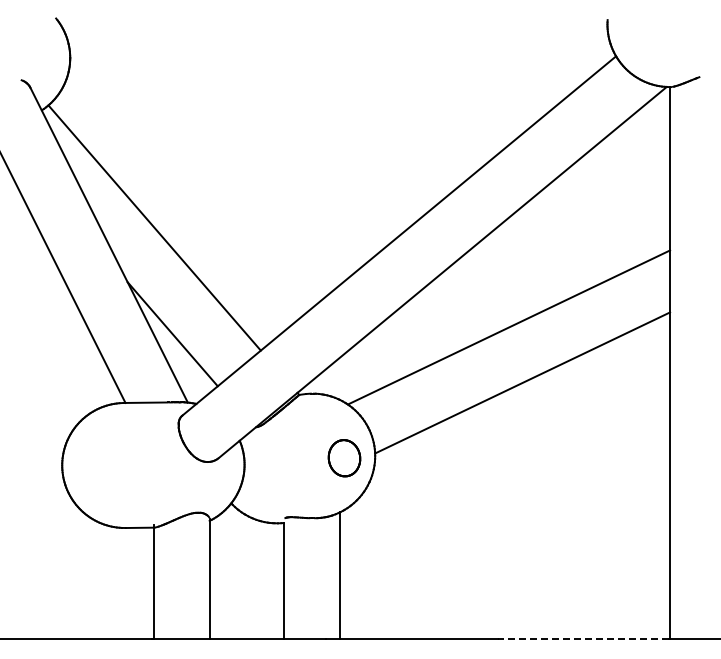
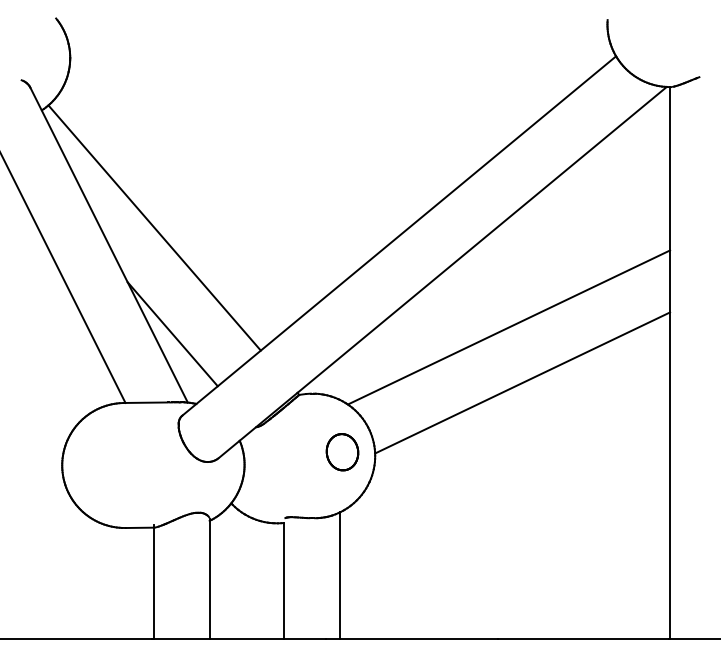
part at (344, 458) position: (344, 458) -> (342, 452)
line at (583, 639): dashed -> solid
